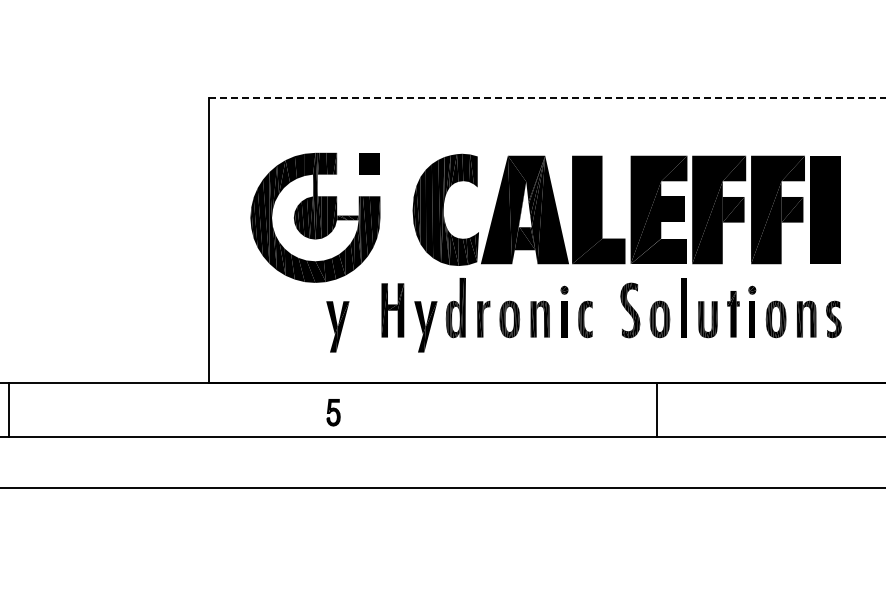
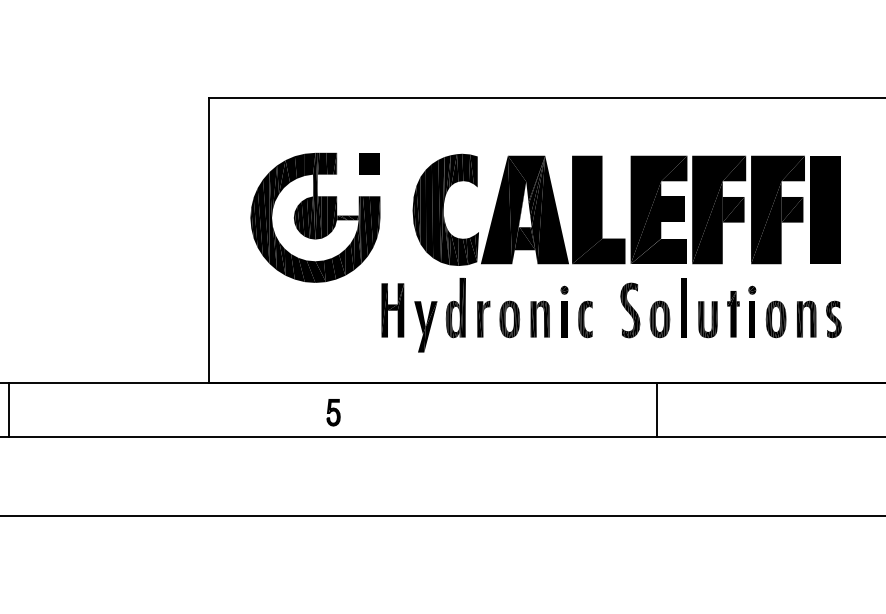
line at (547, 97): dashed -> solid
part at (337, 326): present -> none
line at (442, 488) position: (442, 488) -> (442, 516)
